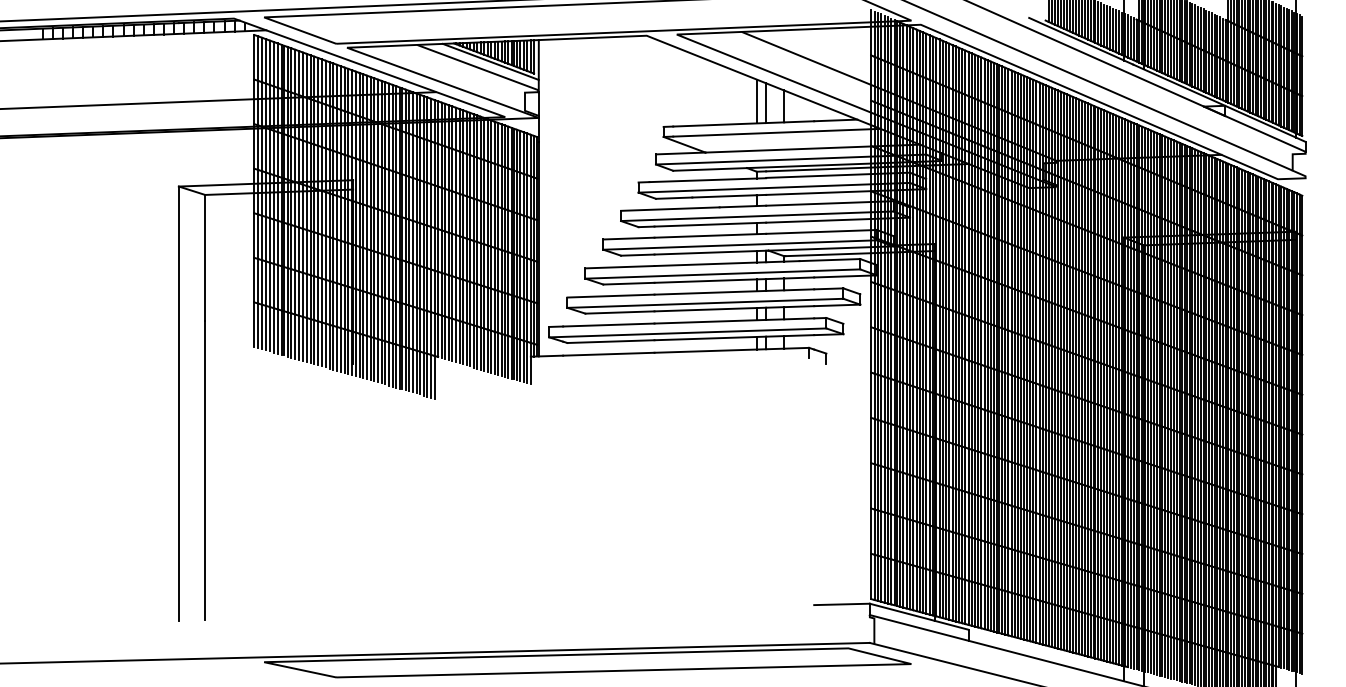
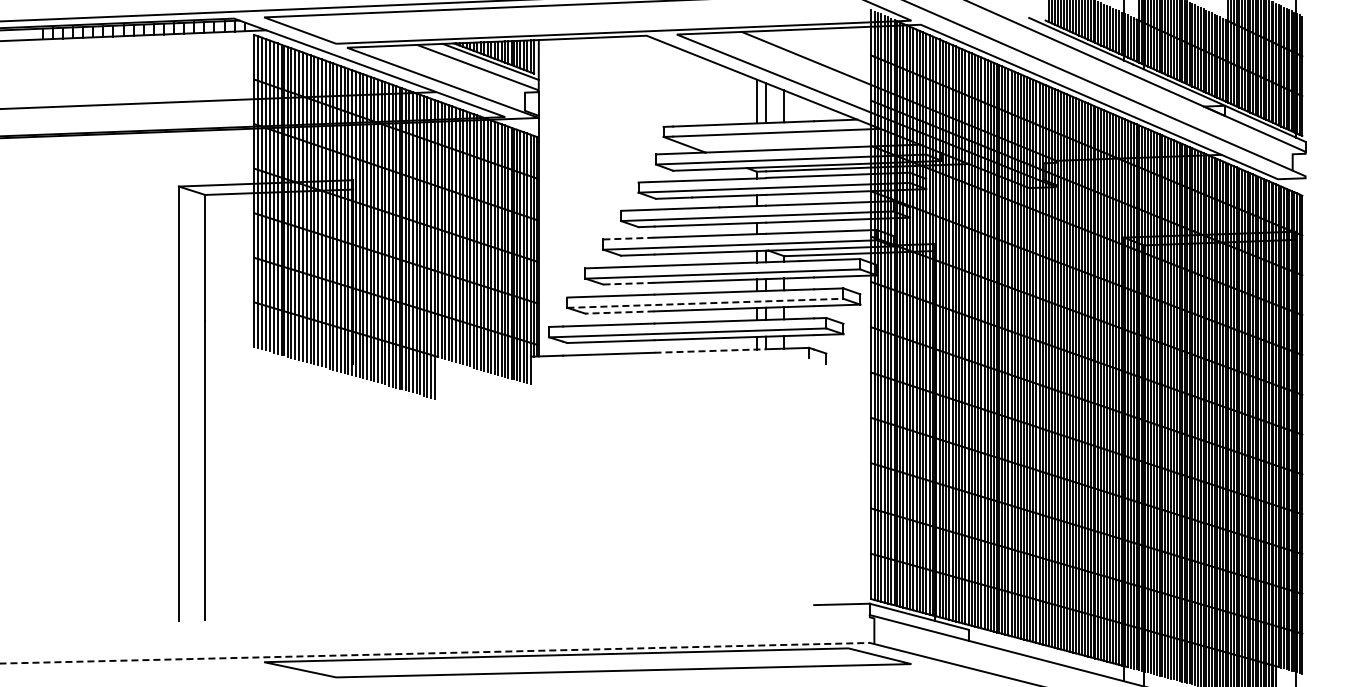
line at (628, 238): solid -> dashed
line at (628, 283): solid -> dashed
line at (705, 303): solid -> dashed
line at (619, 312): solid -> dashed
line at (710, 351): solid -> dashed
line at (435, 653): solid -> dashed
